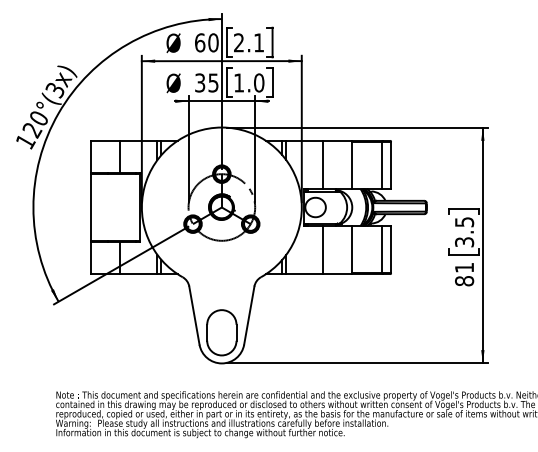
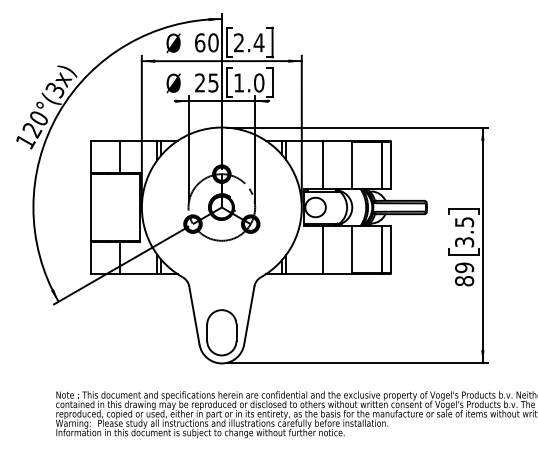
text at (258, 42): 2.1 -> 2.4
text at (200, 82): 35 -> 25
text at (464, 267): 81 -> 89
